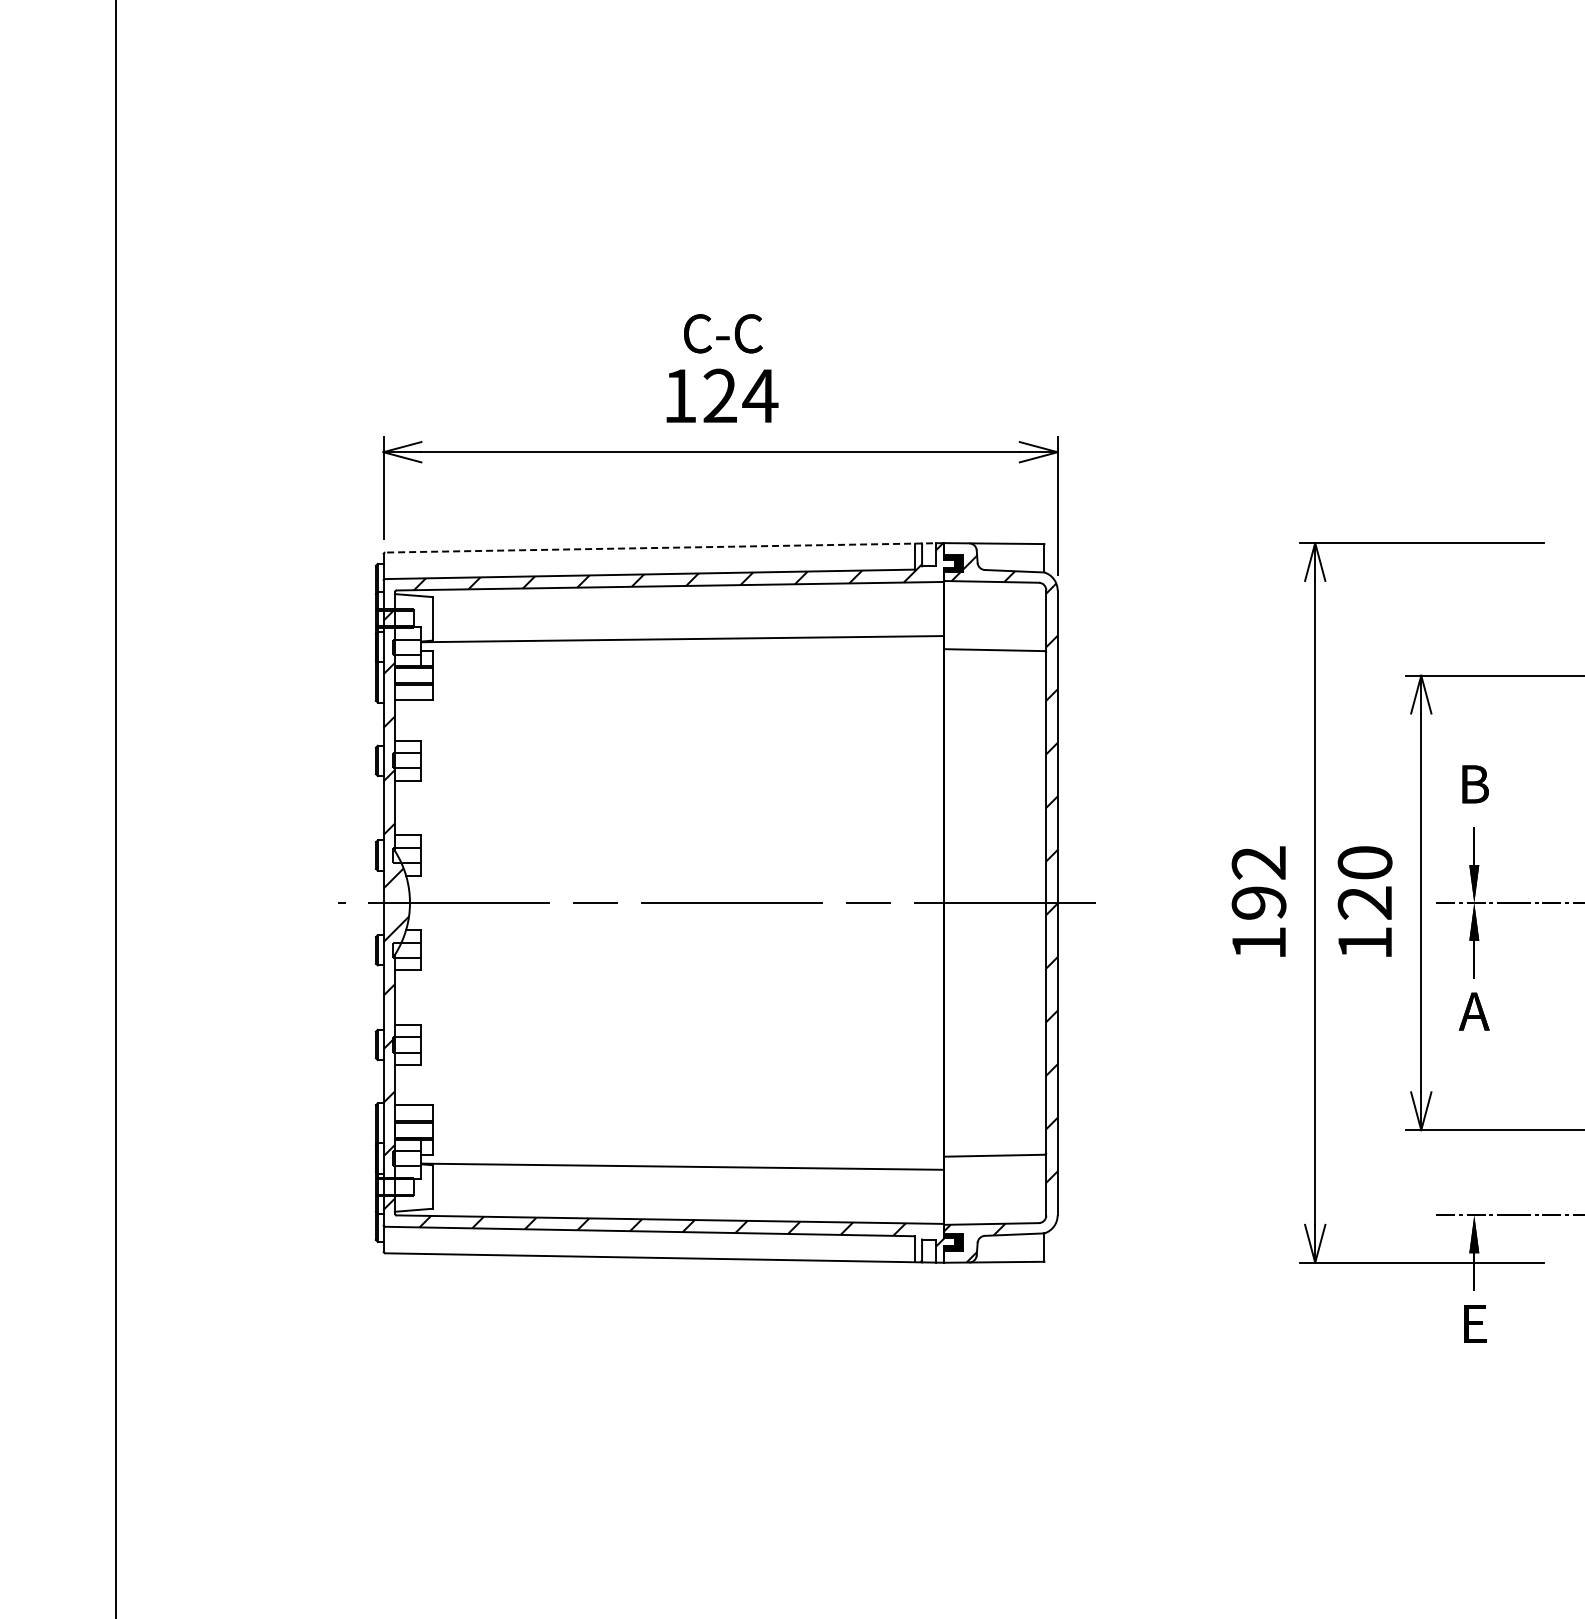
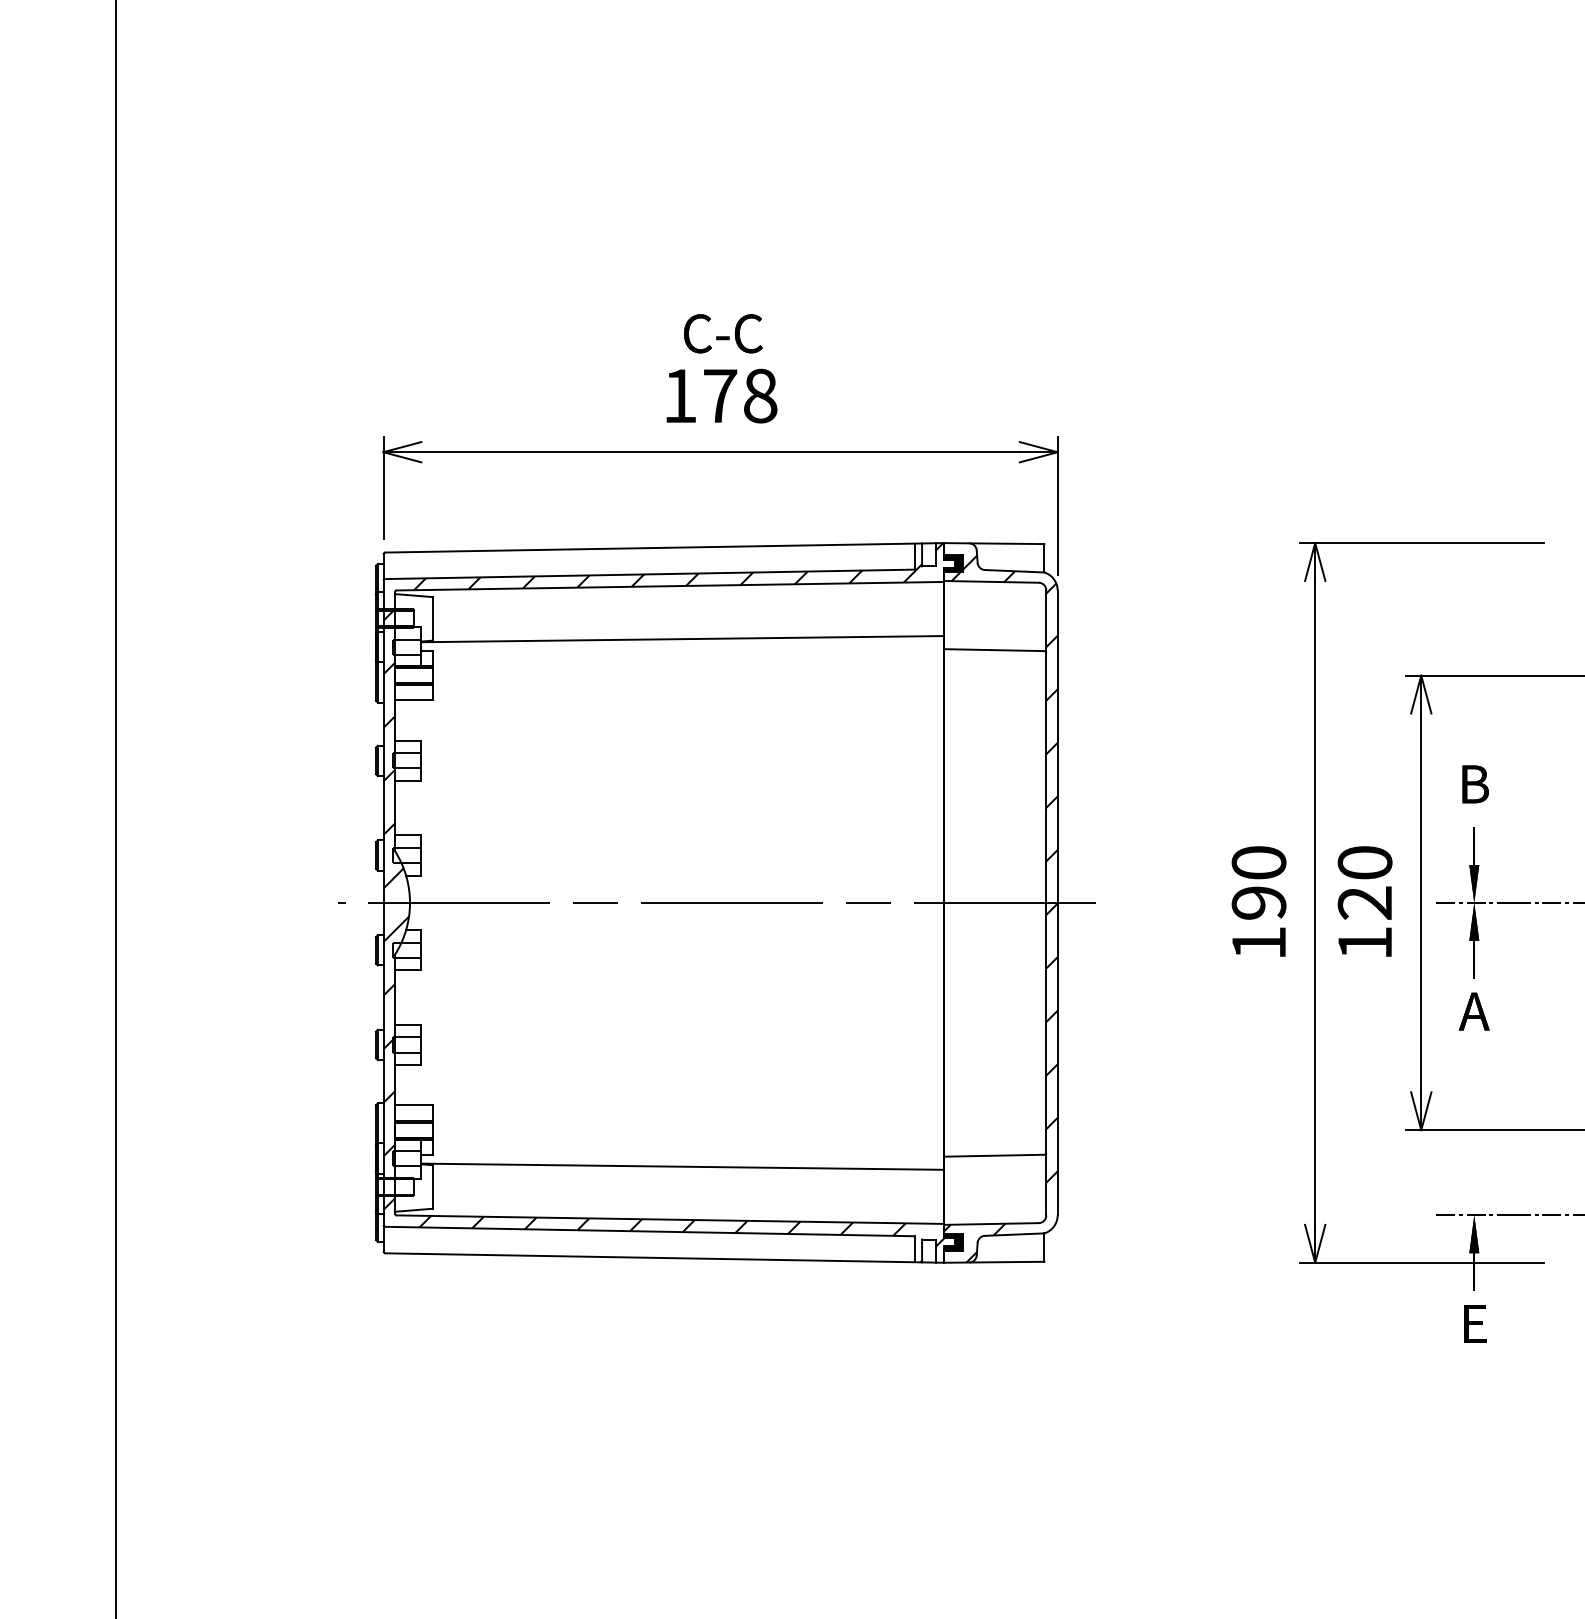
text at (740, 395): 124 -> 178
line at (664, 547): dashed -> solid
text at (1258, 862): 192 -> 190
